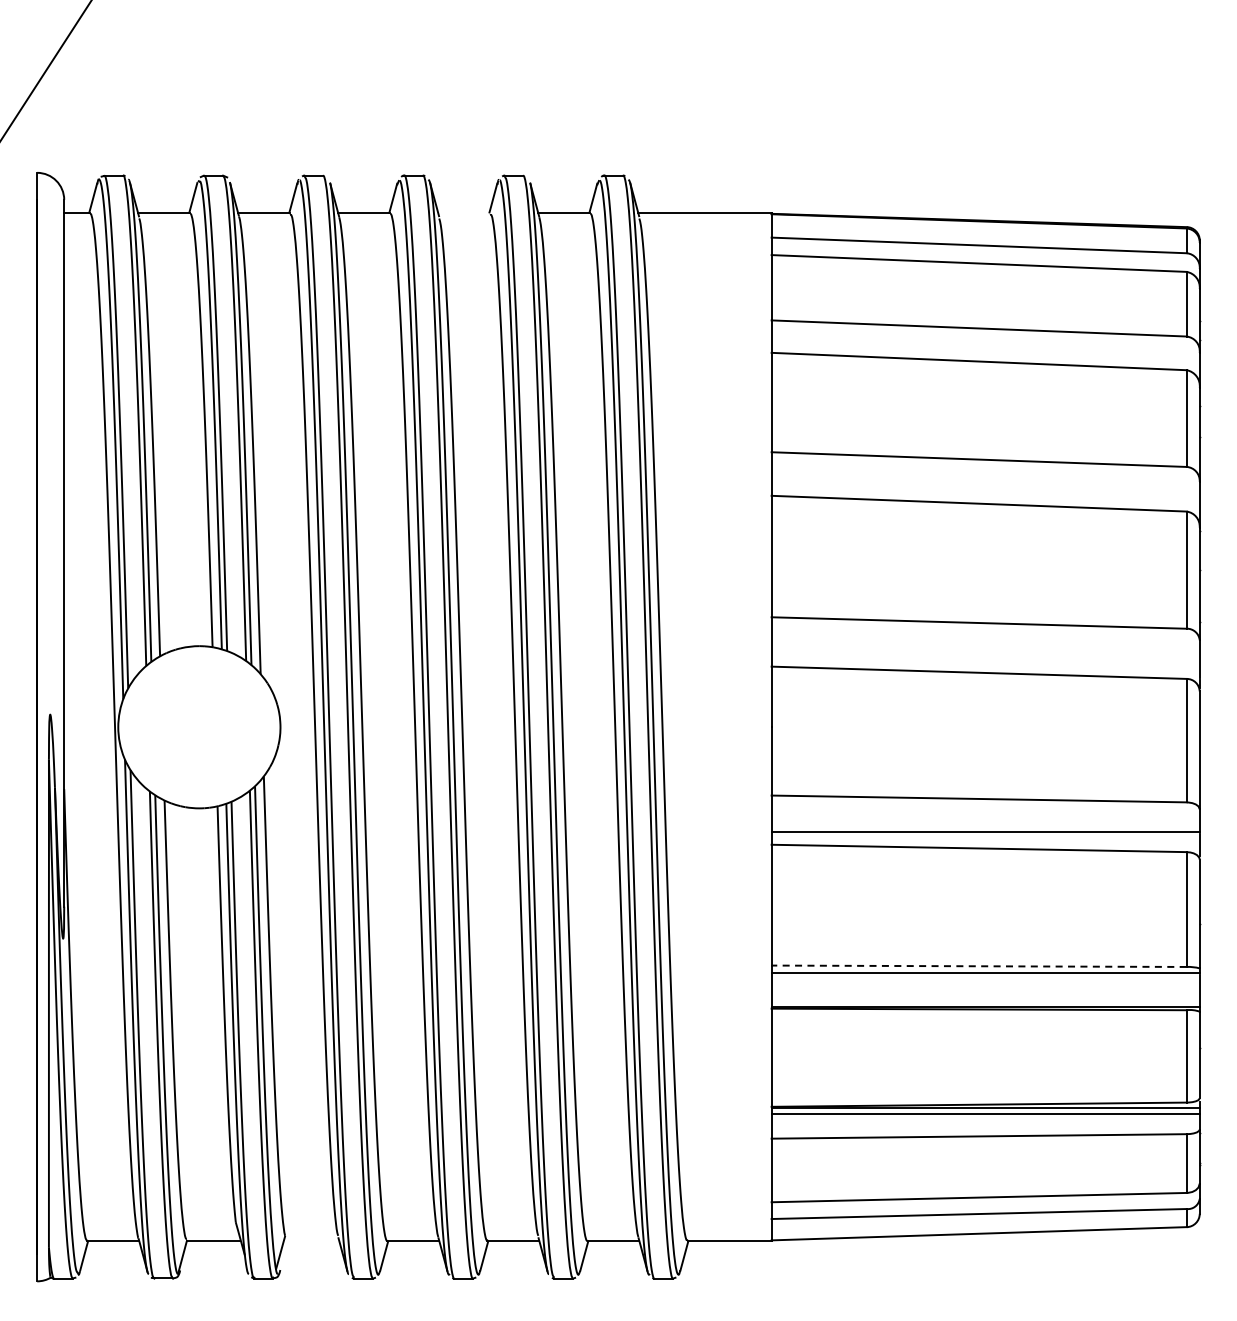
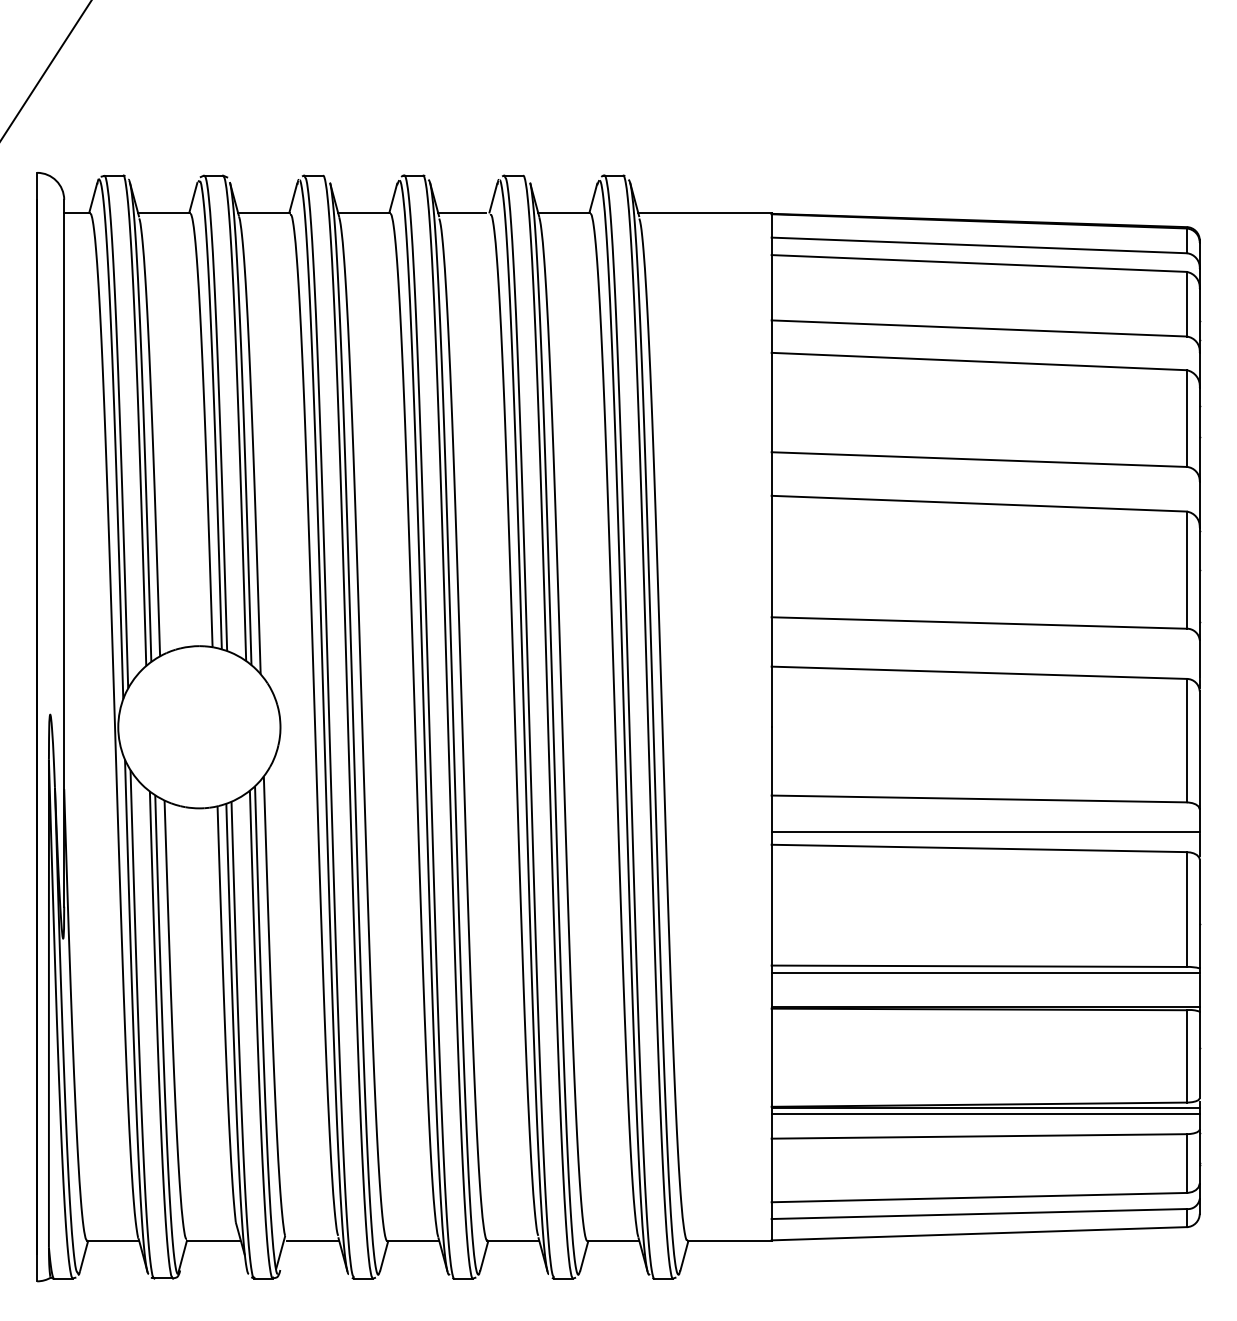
line at (462, 213): none -> present
line at (979, 966): dashed -> solid
line at (313, 1240): none -> present
